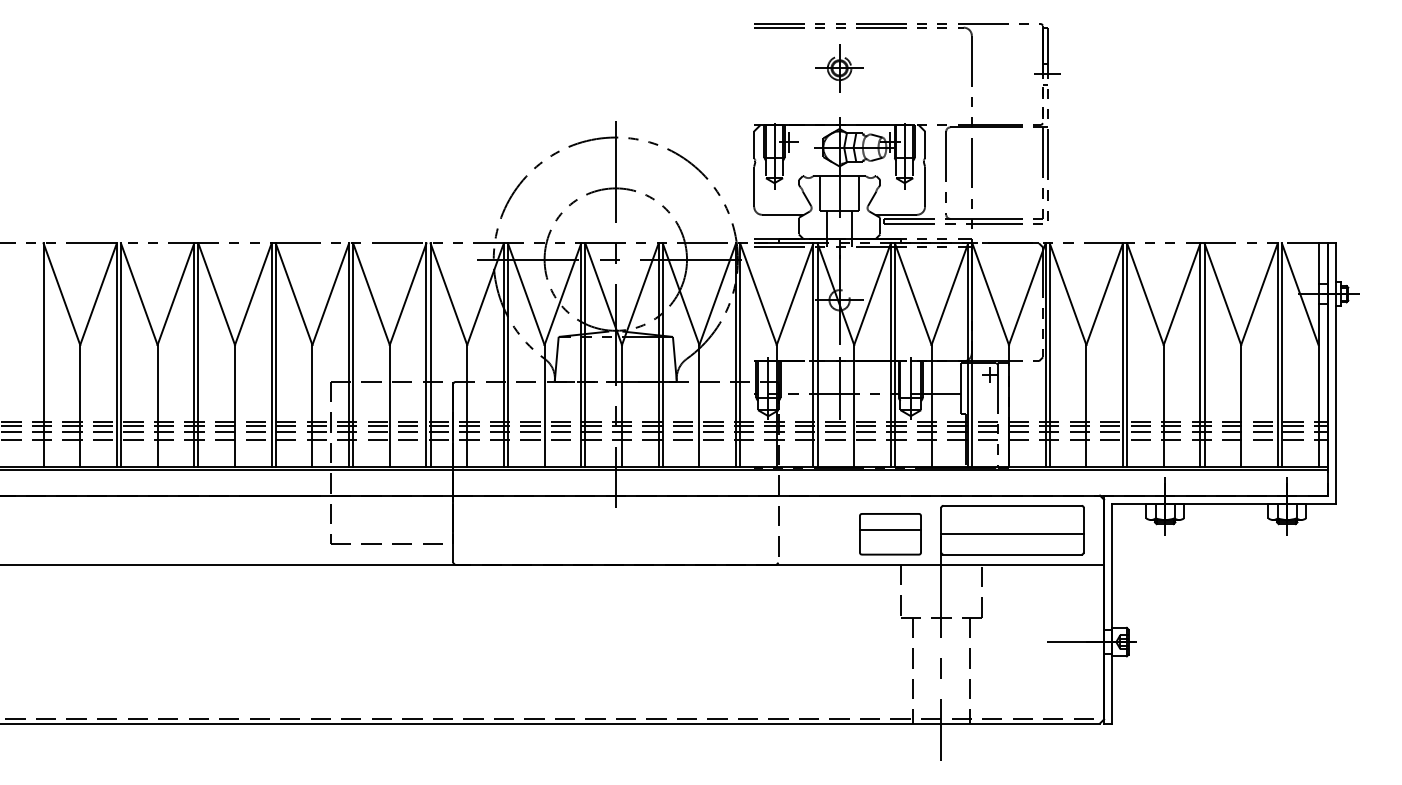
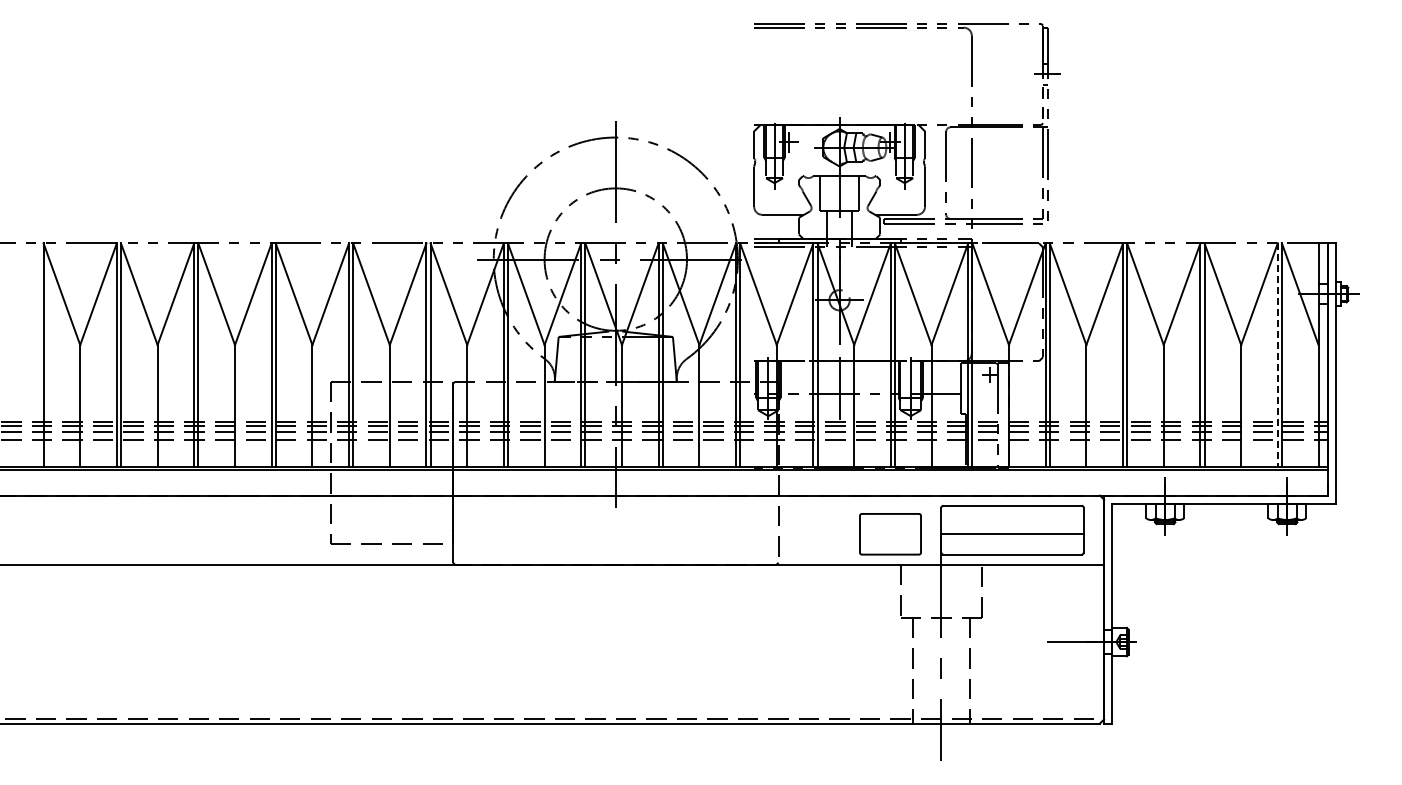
part at (839, 68): present -> none
line at (1277, 355): solid -> dashed
line at (890, 530): present -> none
